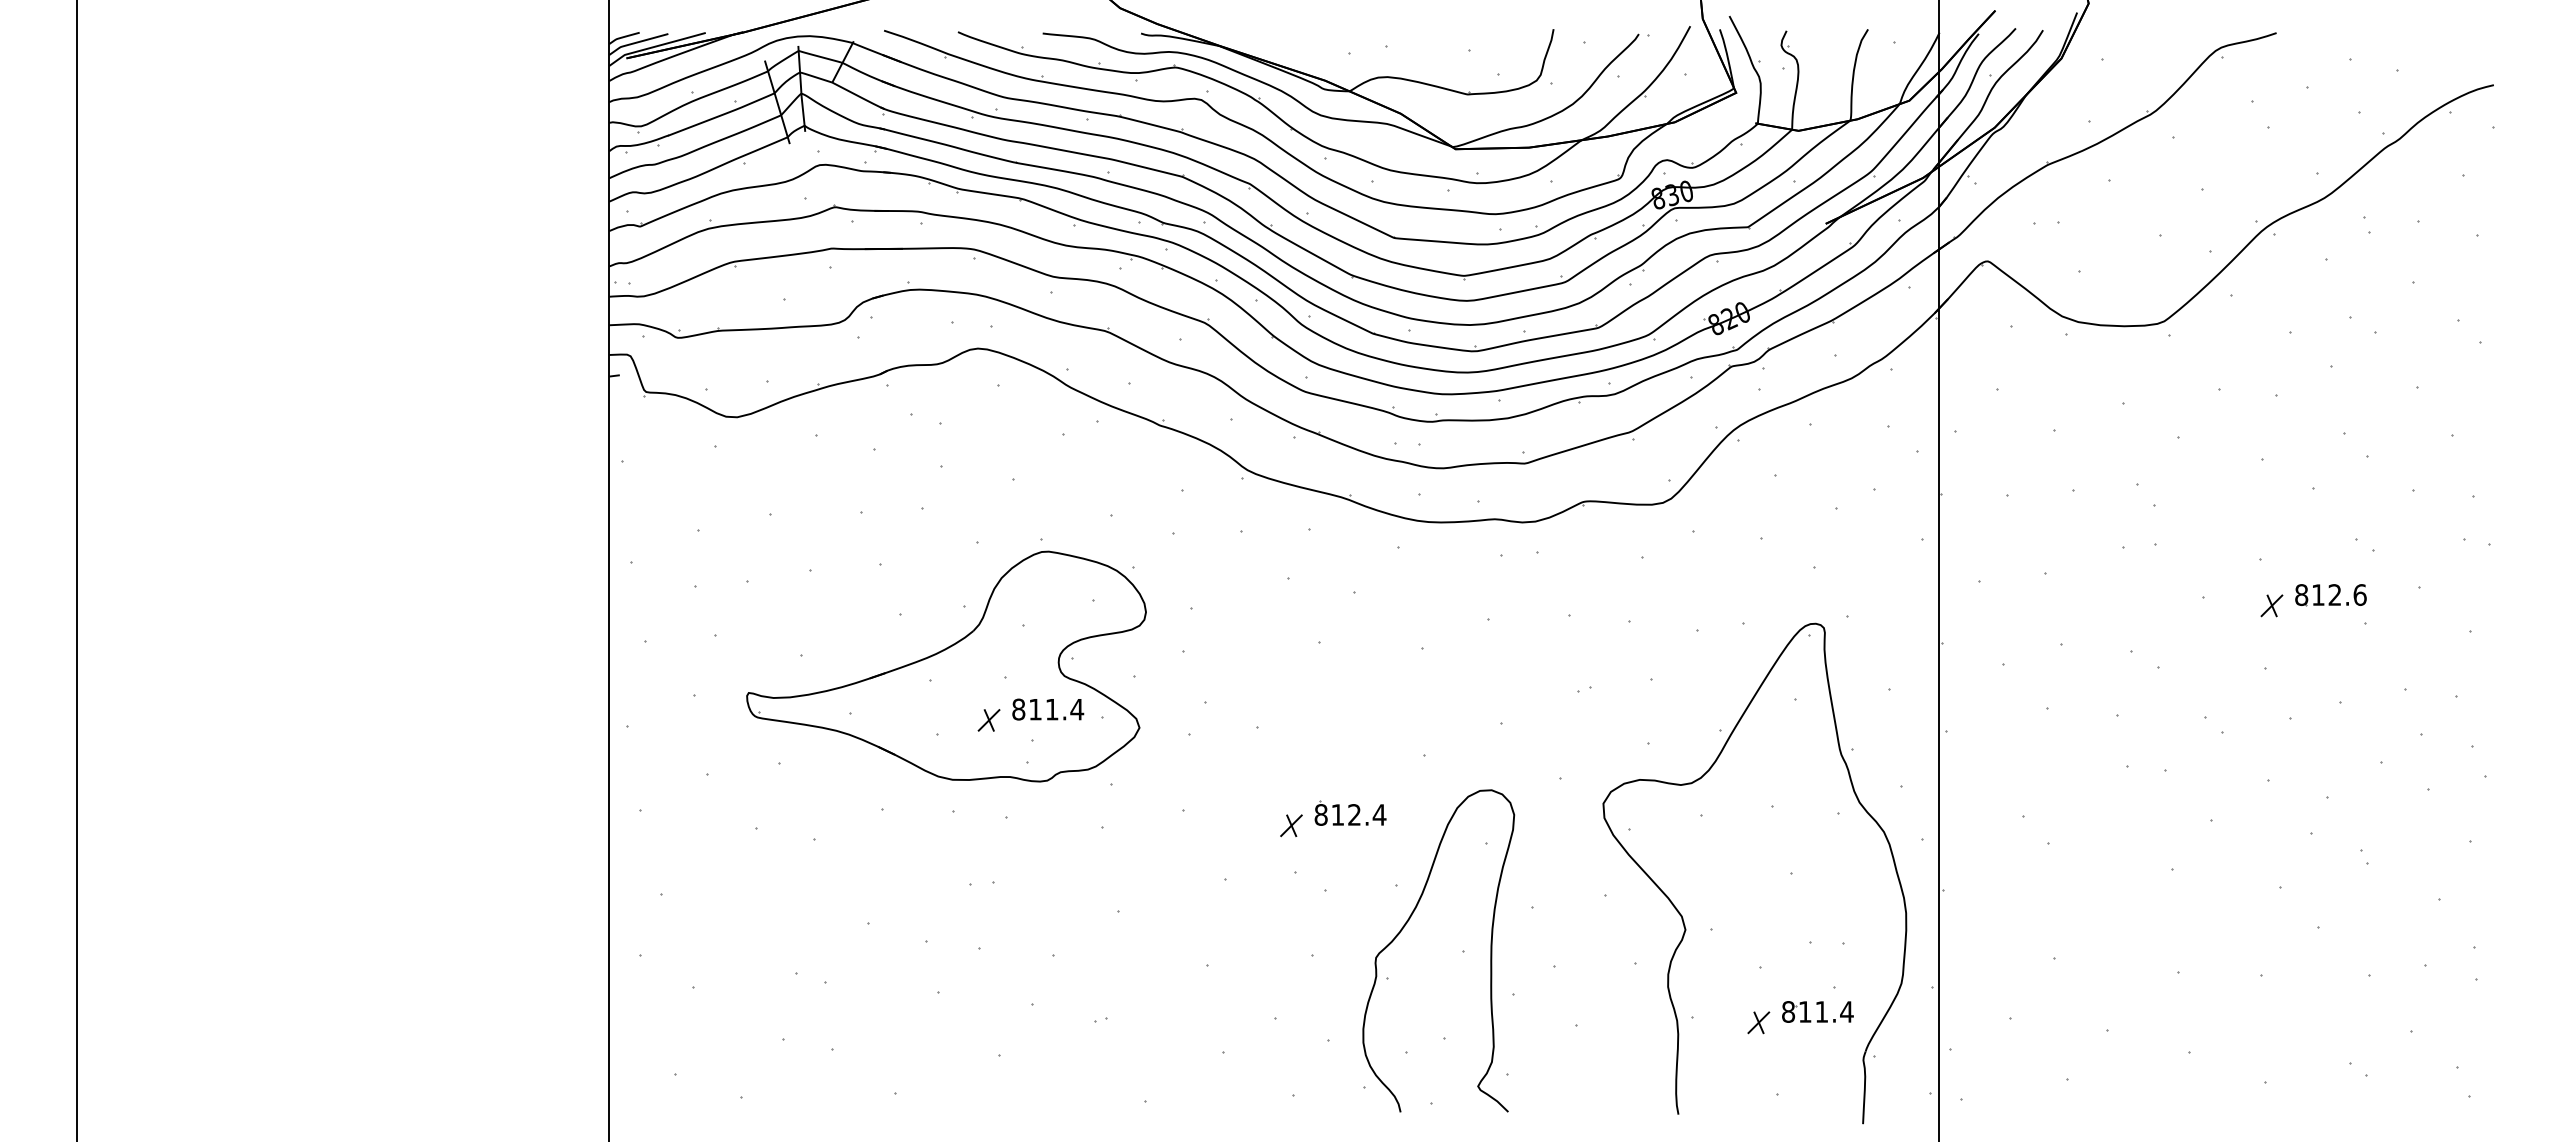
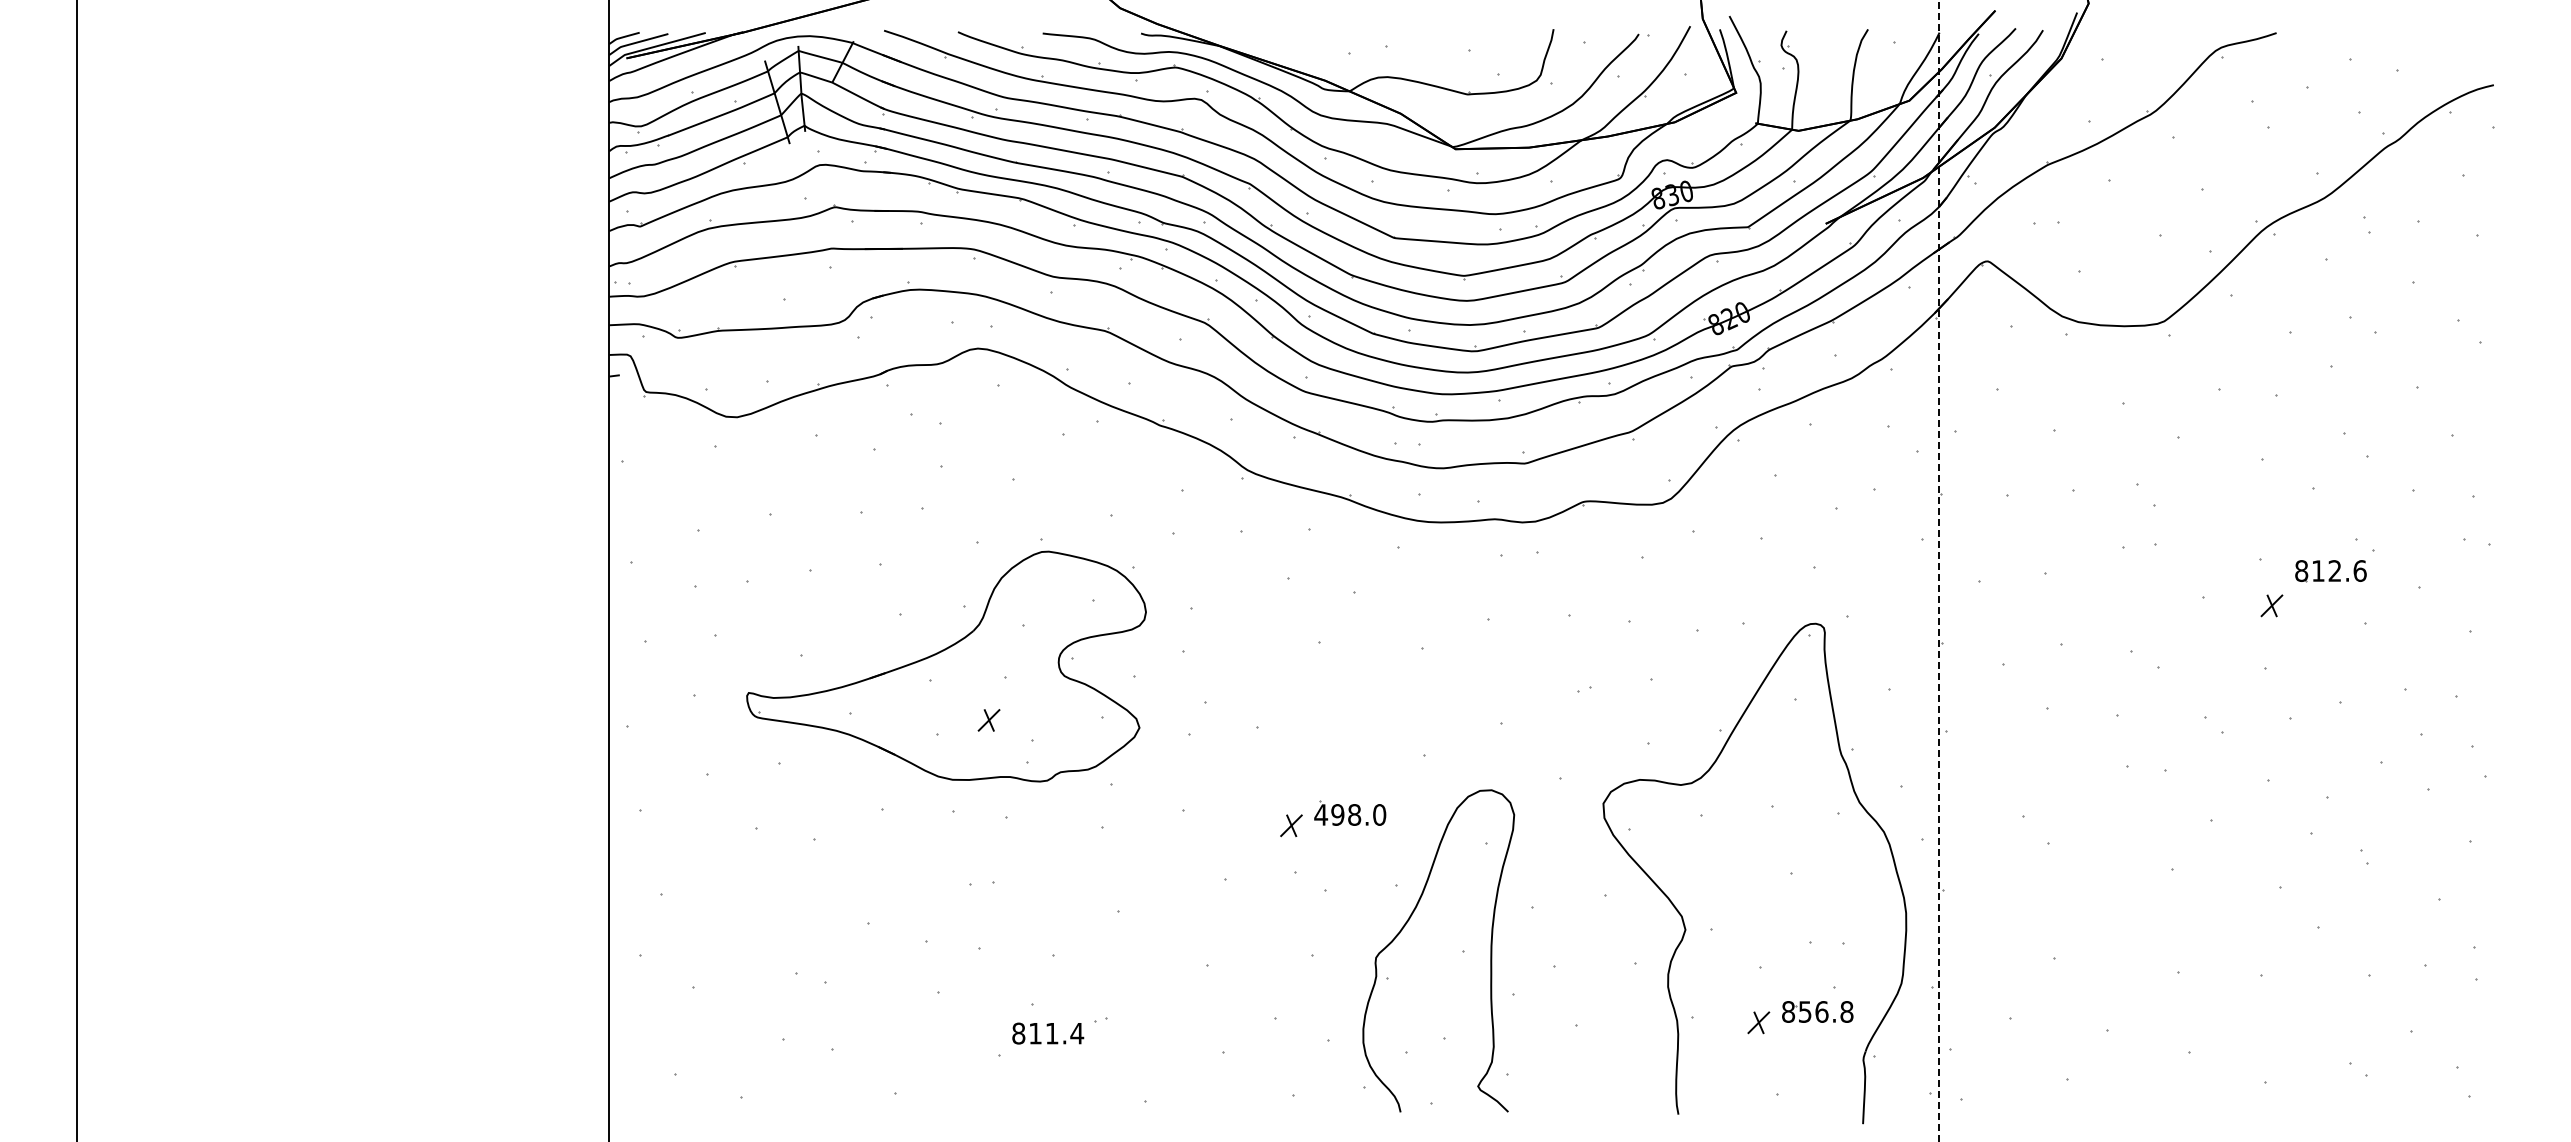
line at (1939, 570): solid -> dashed
part at (2330, 595) position: (2330, 595) -> (2330, 571)
text at (1048, 709) position: (1048, 709) -> (1048, 1033)
text at (1350, 814): 812.4 -> 498.0
text at (1826, 1011): 811.4 -> 856.8
